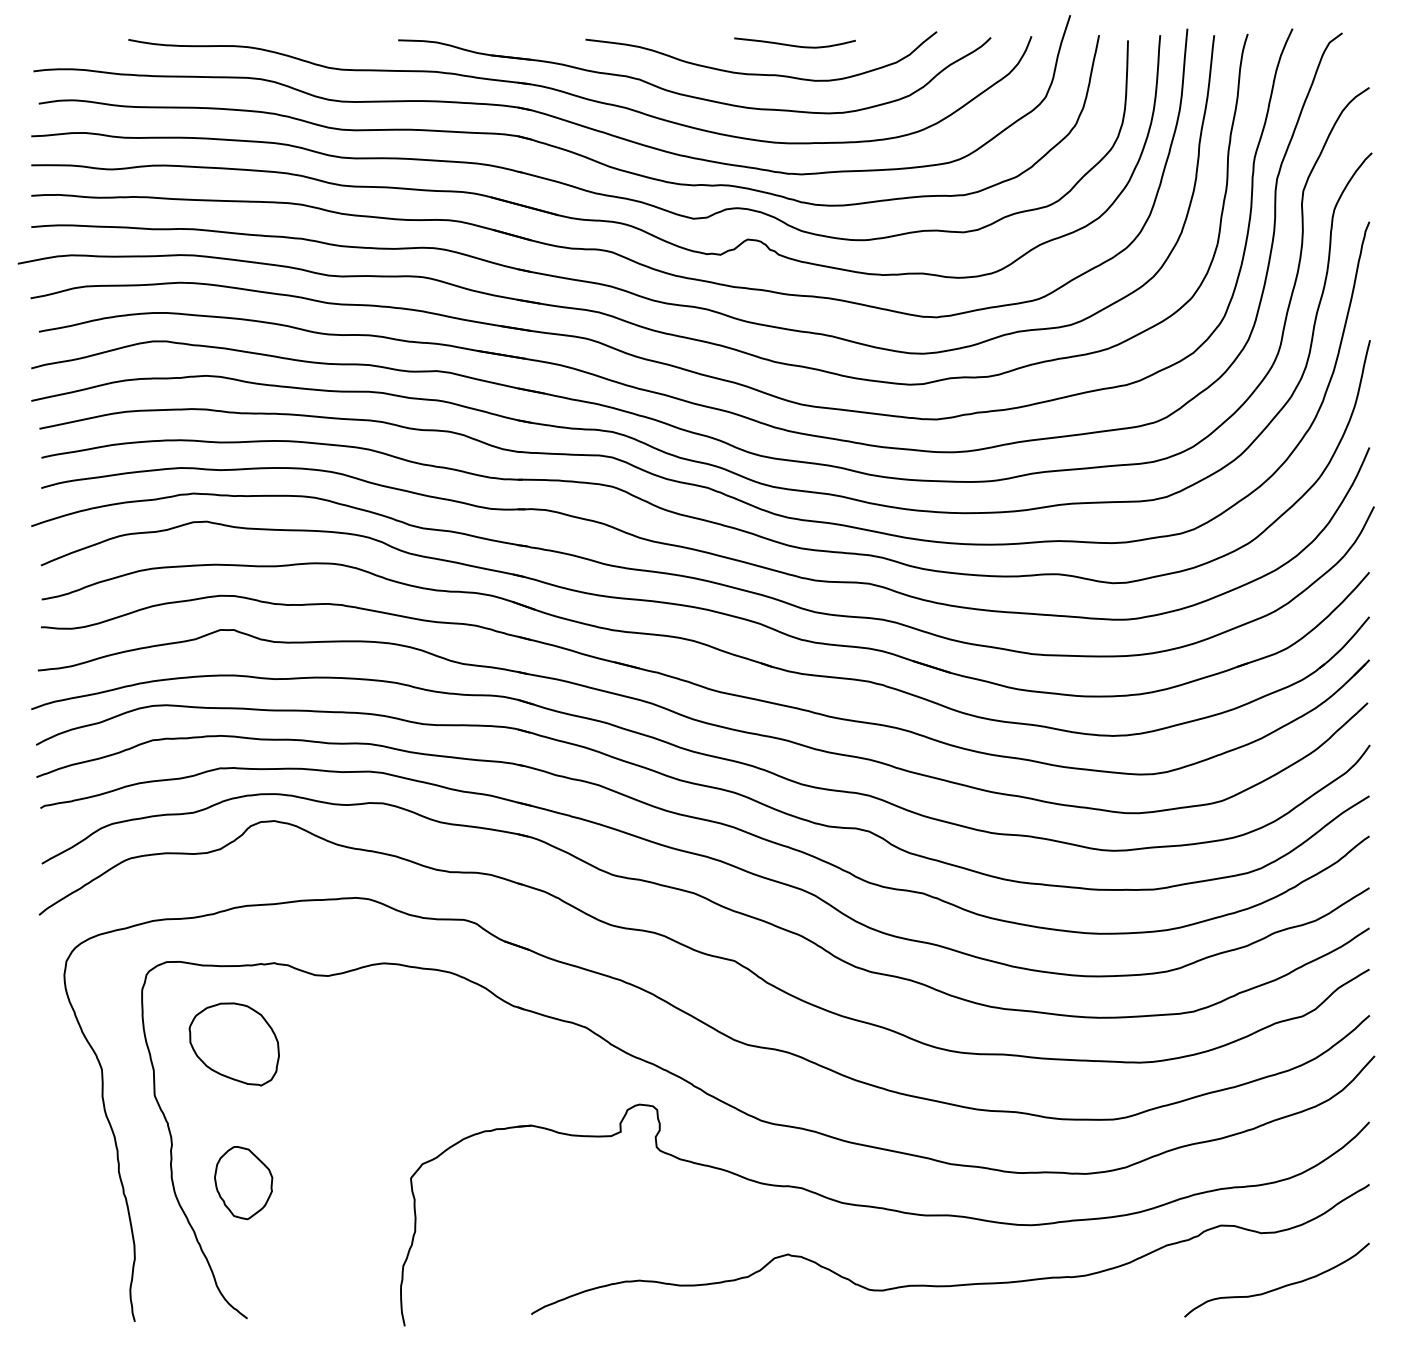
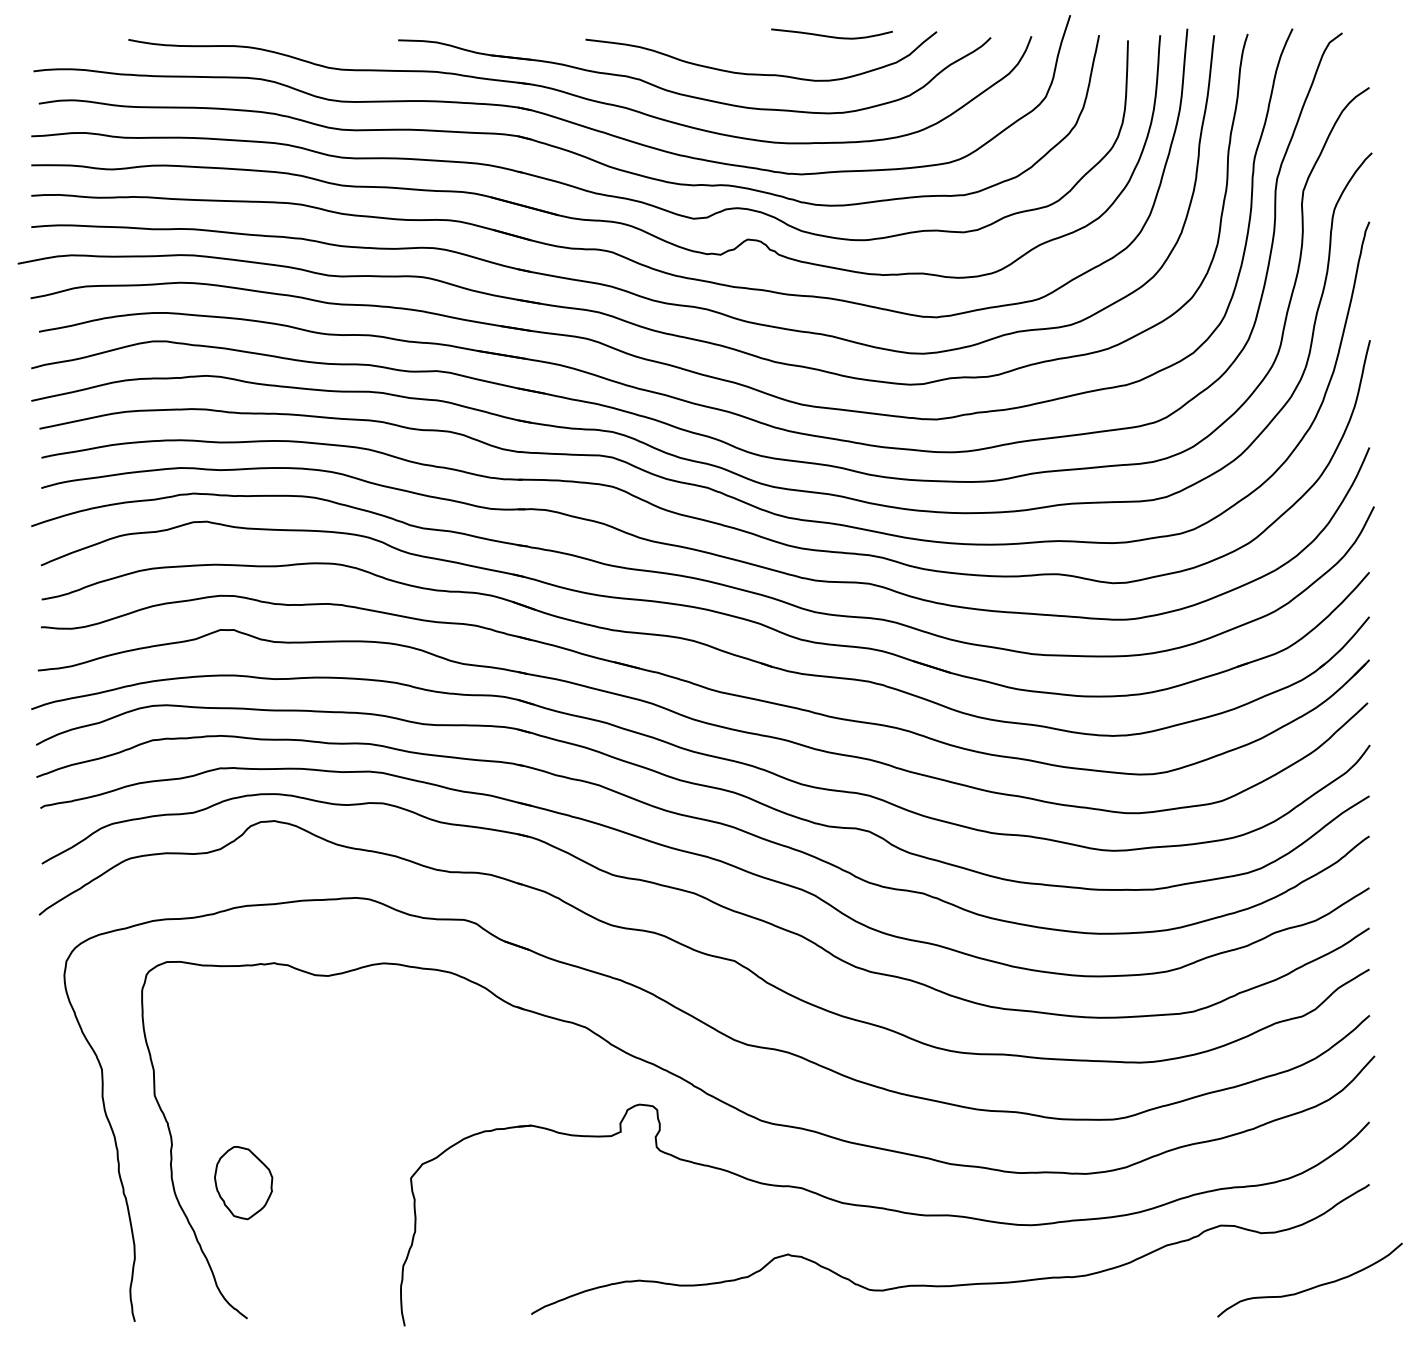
curve at (792, 44) position: (792, 44) -> (829, 35)
part at (233, 1044): present -> none
curve at (1280, 1286) position: (1280, 1286) -> (1313, 1286)
